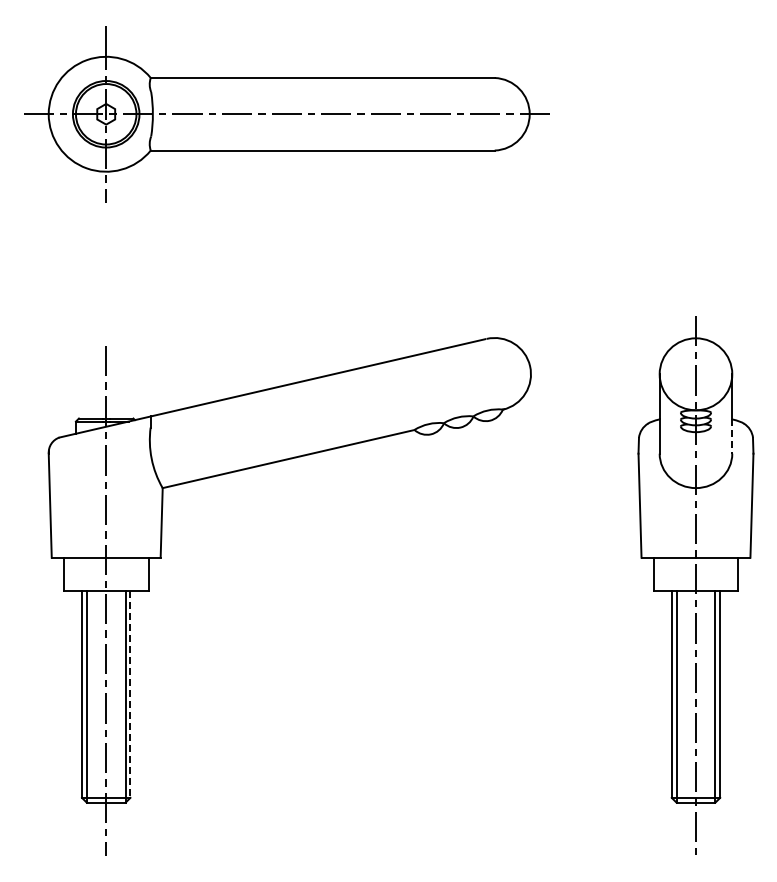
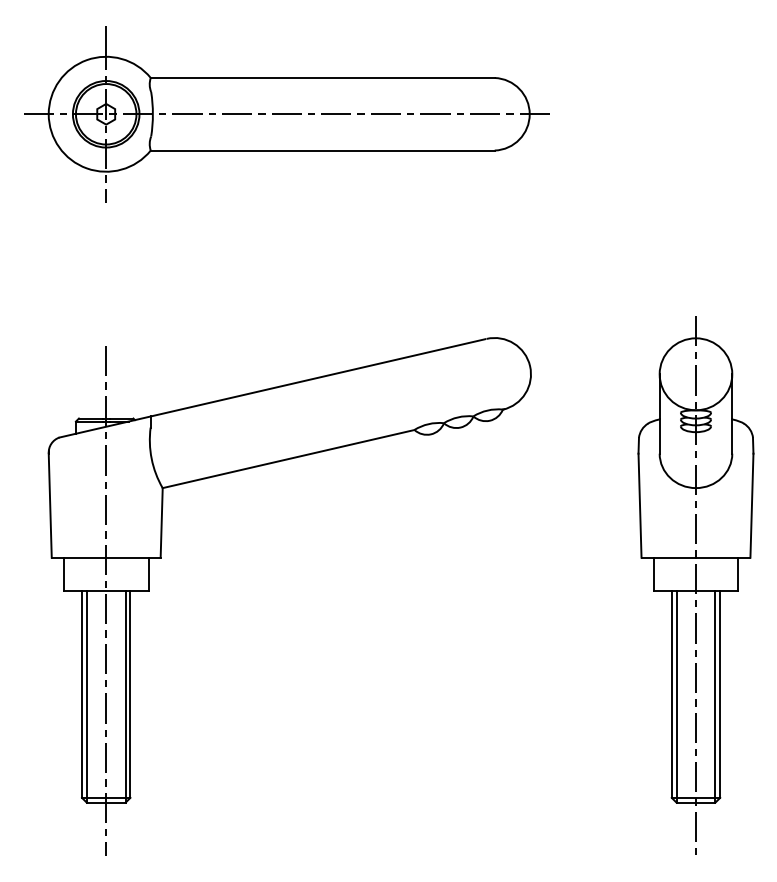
line at (732, 437): dashed -> solid
line at (130, 694): dashed -> solid
